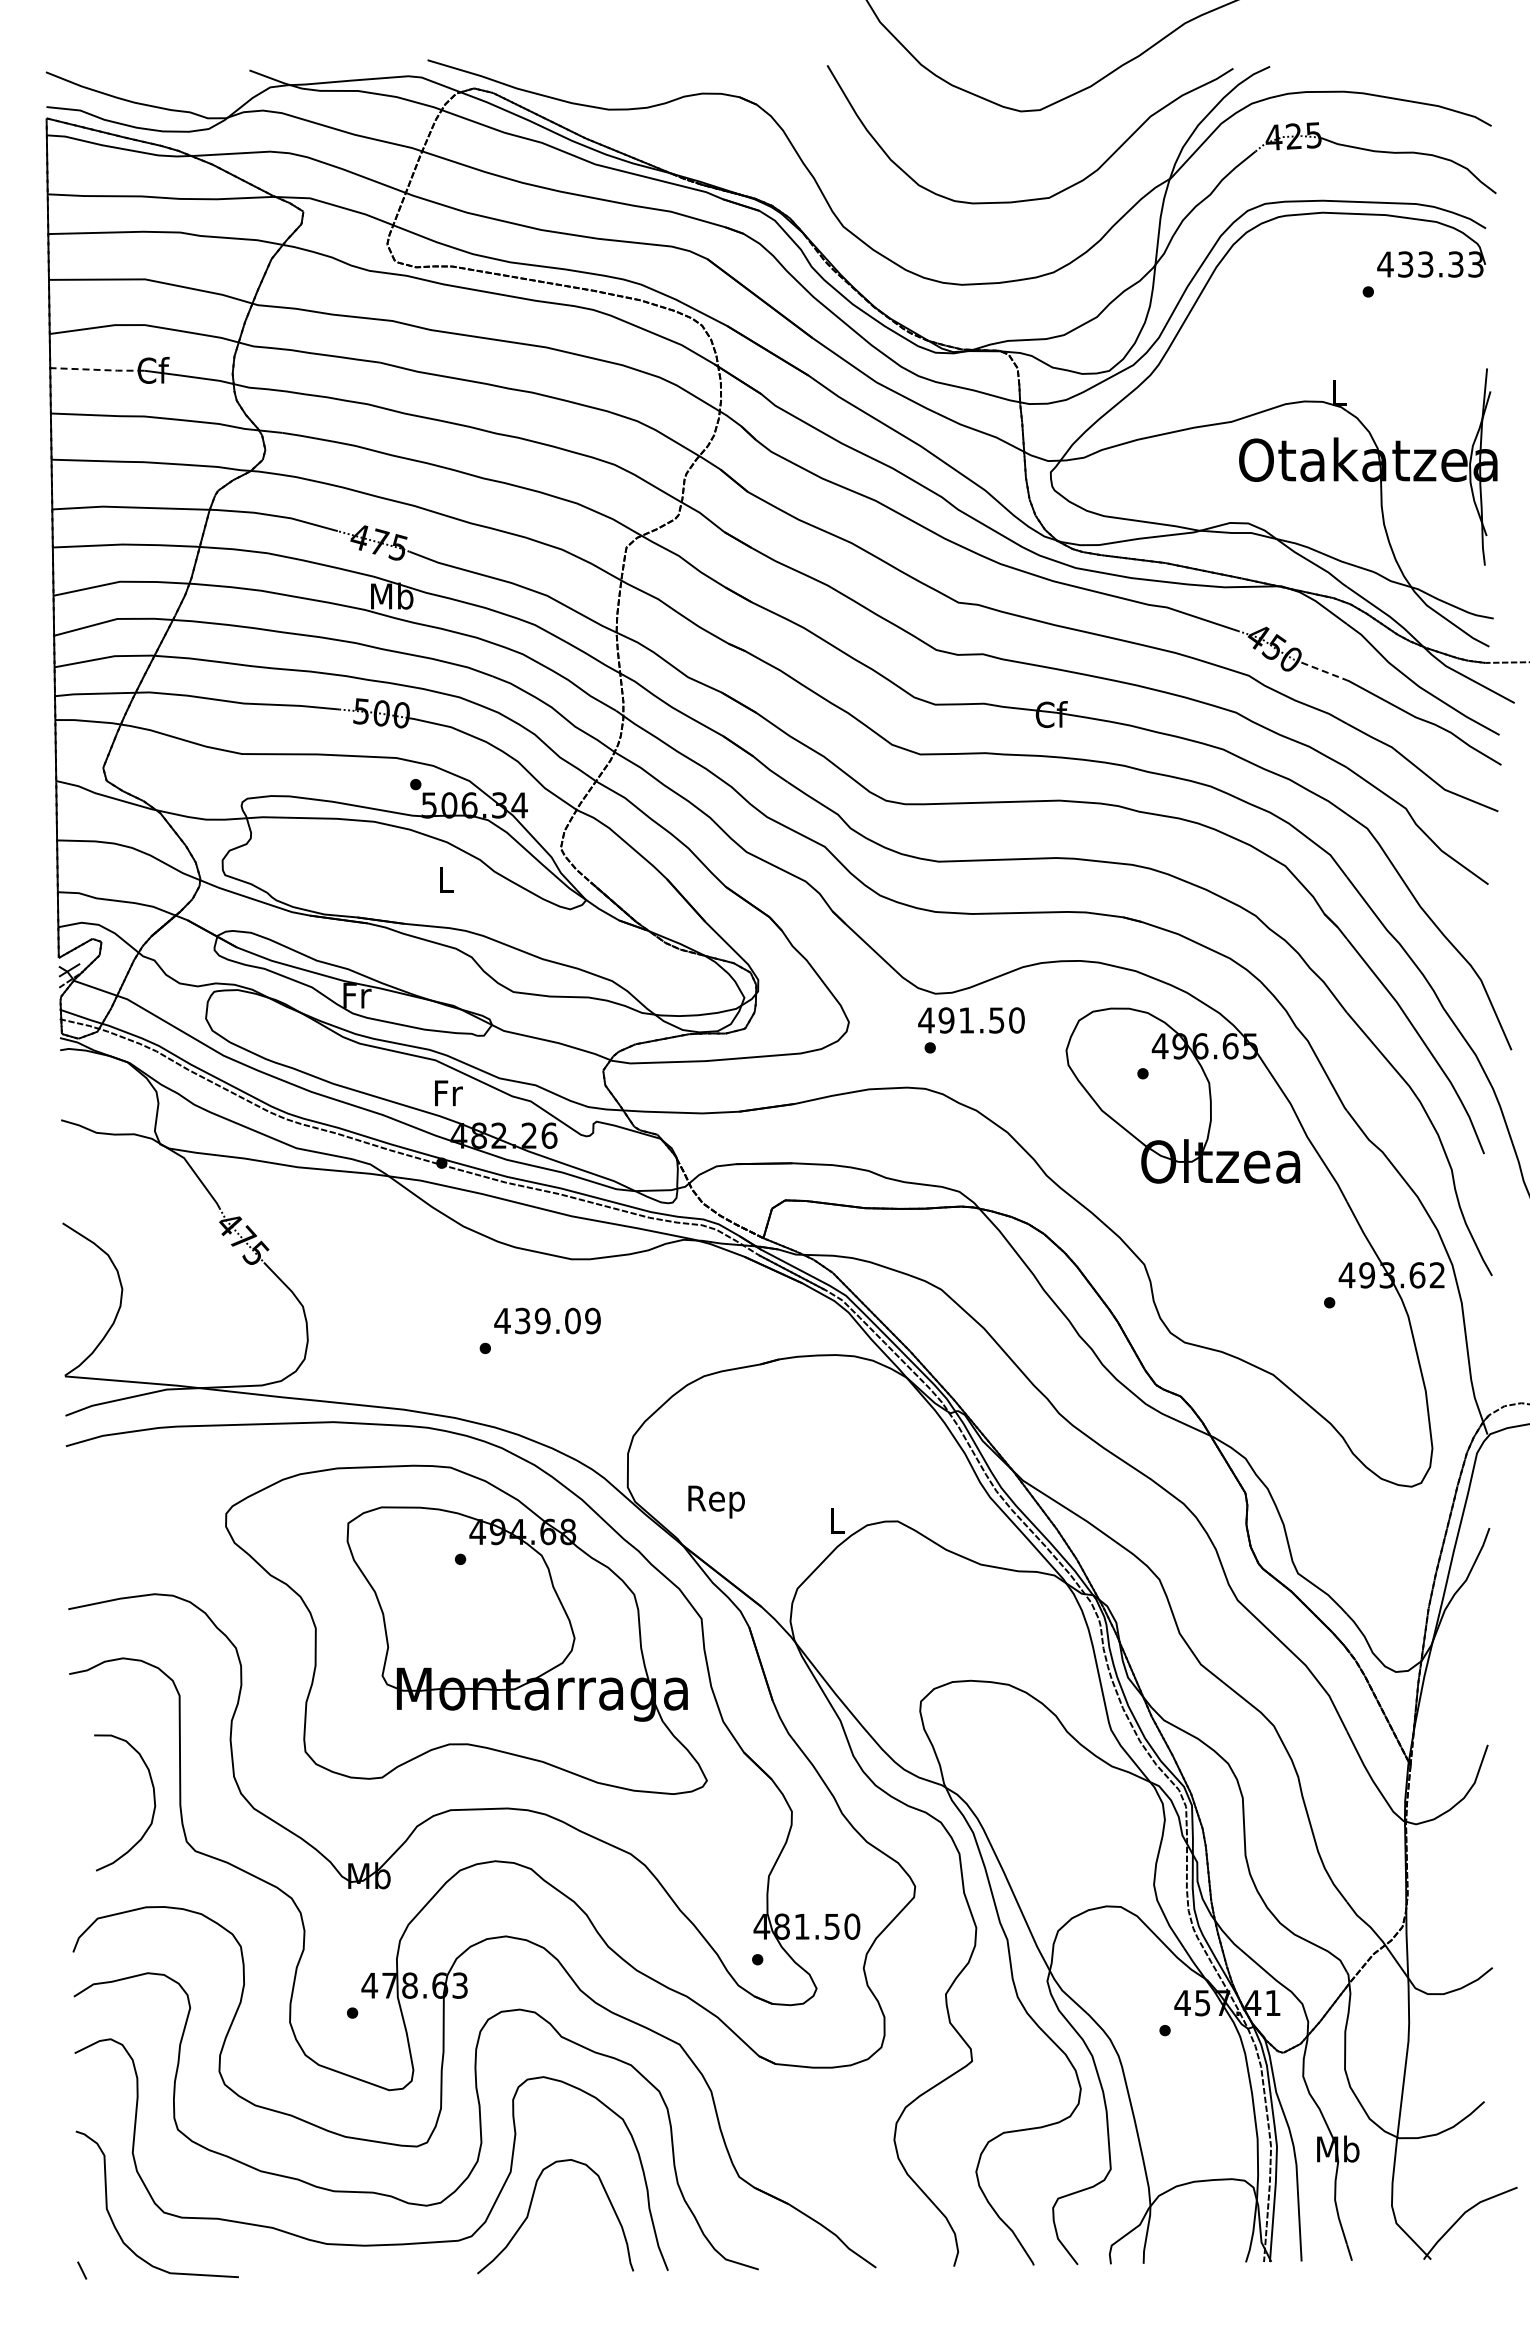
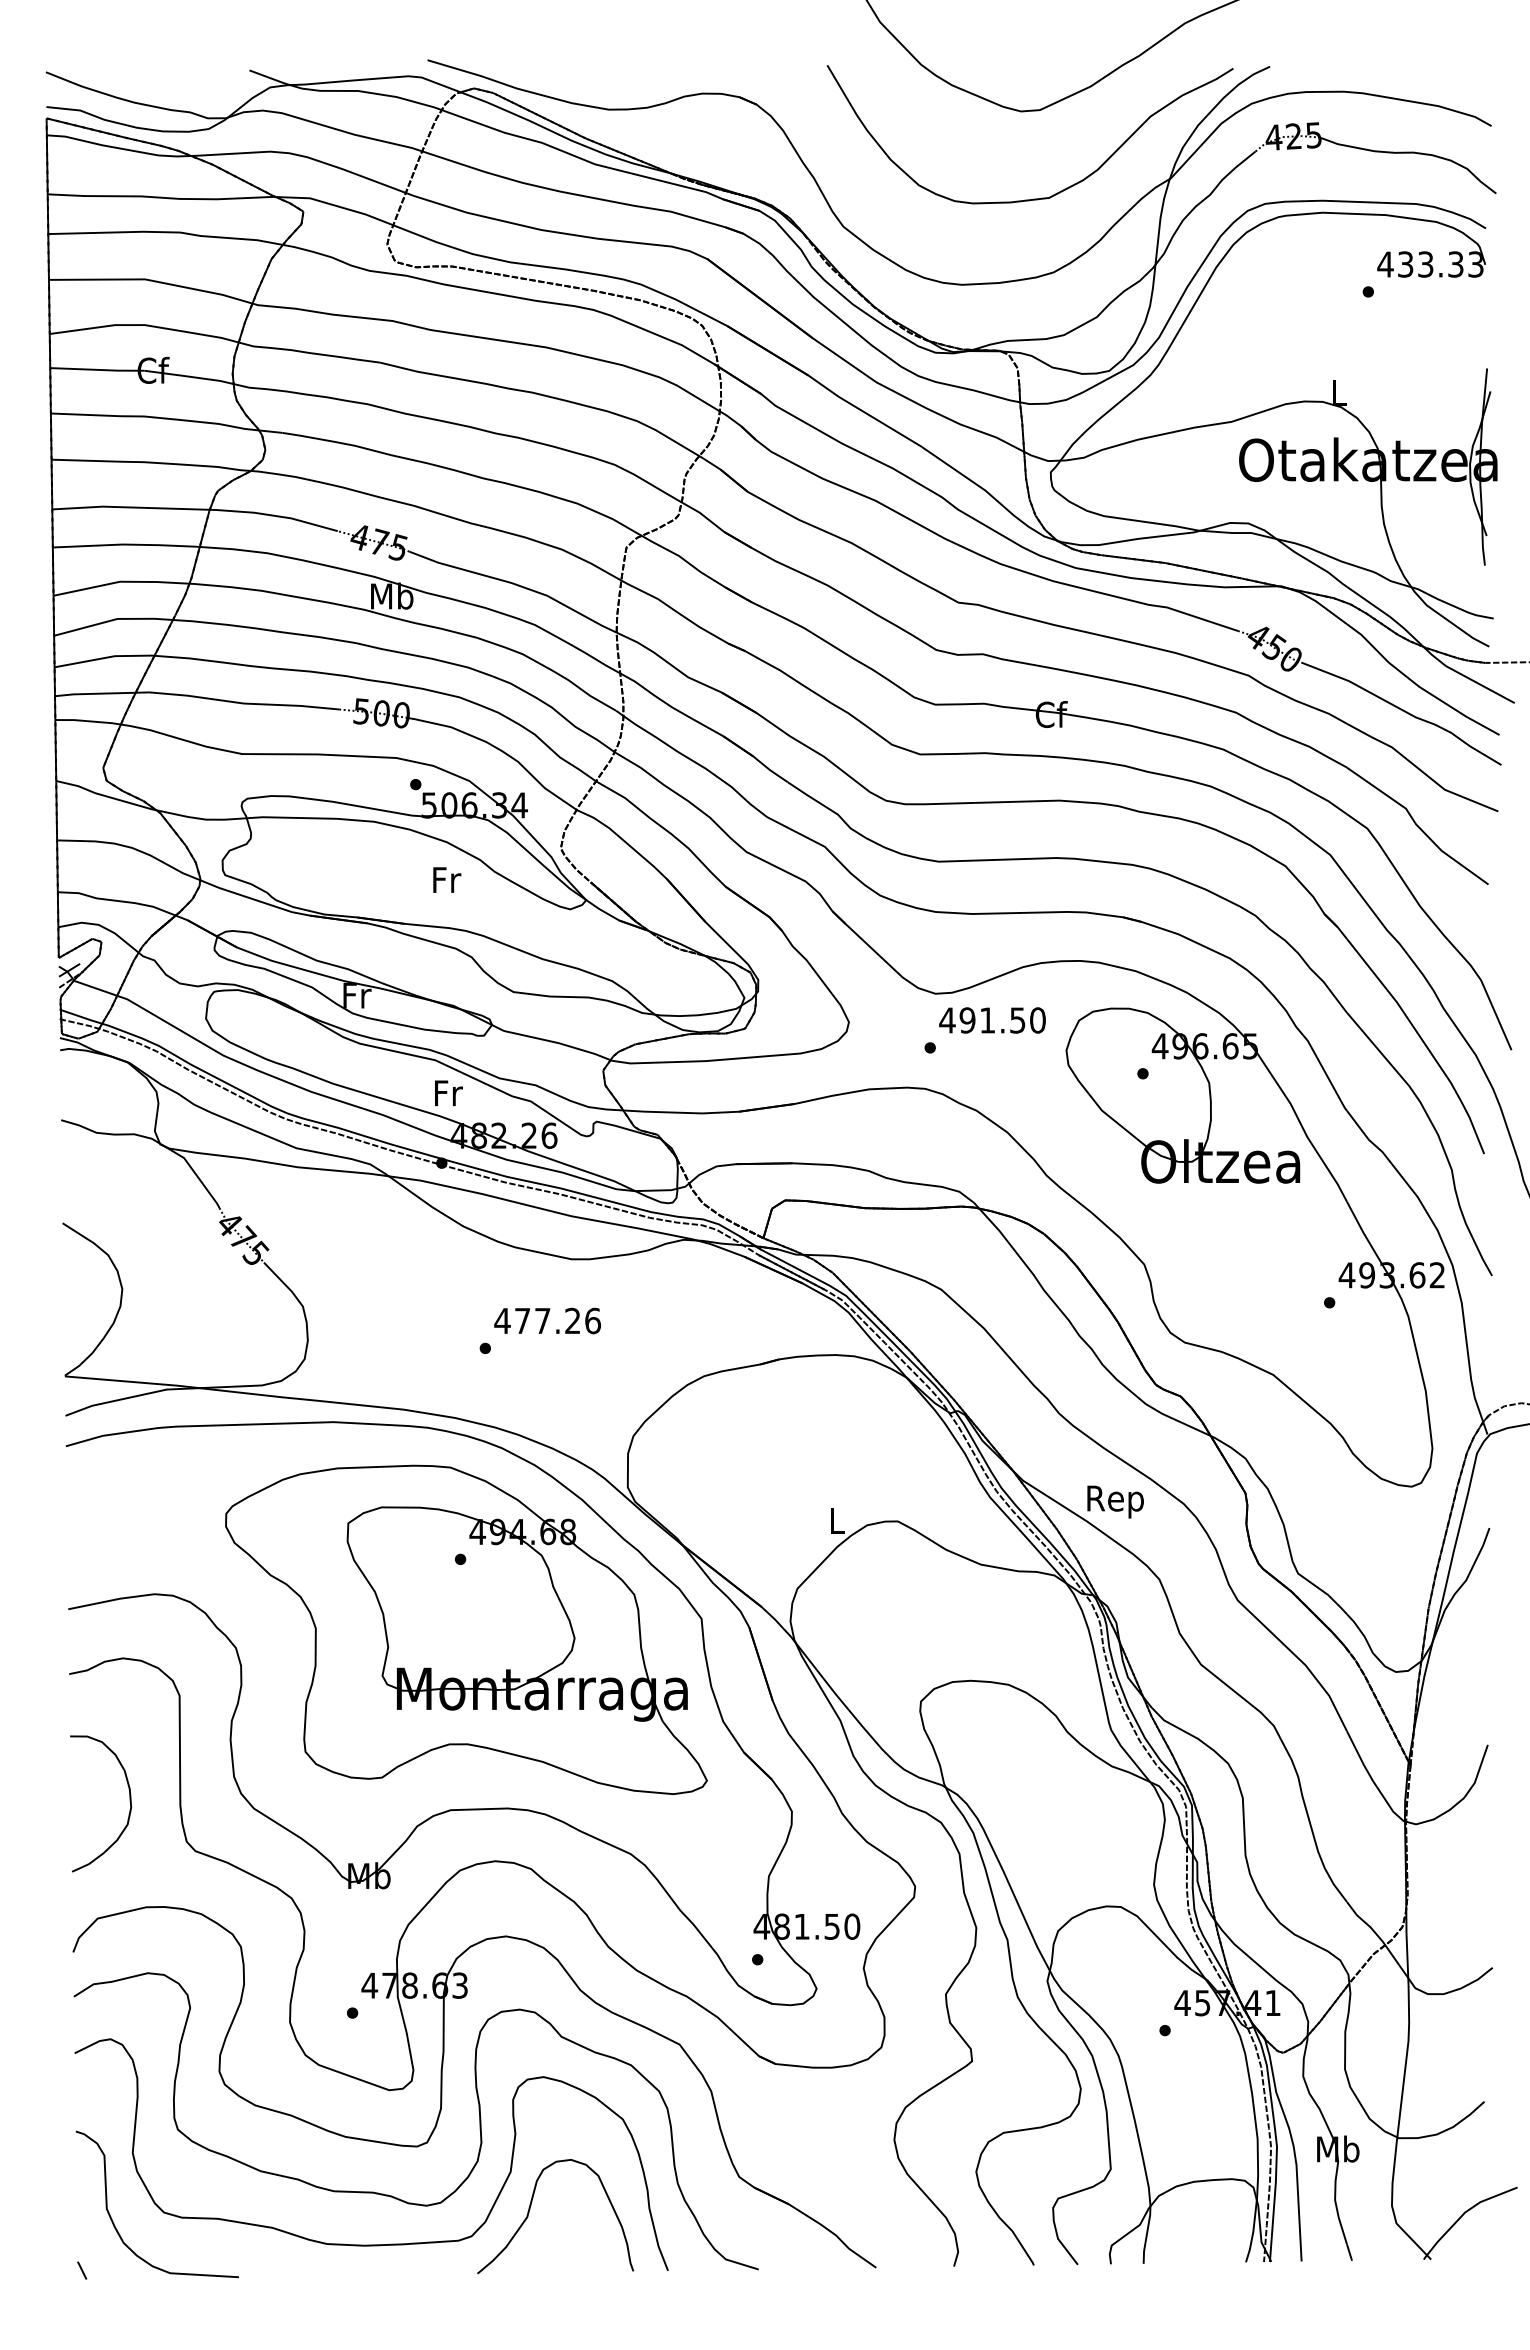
line at (97, 369): dashed -> solid
line at (1324, 671): dashed -> solid
text at (447, 879): L -> Fr
text at (971, 1020) position: (971, 1020) -> (992, 1020)
text at (558, 1320): 439.09 -> 477.26
text at (716, 1501) position: (716, 1501) -> (1115, 1501)
curve at (153, 1801) position: (153, 1801) -> (129, 1802)
